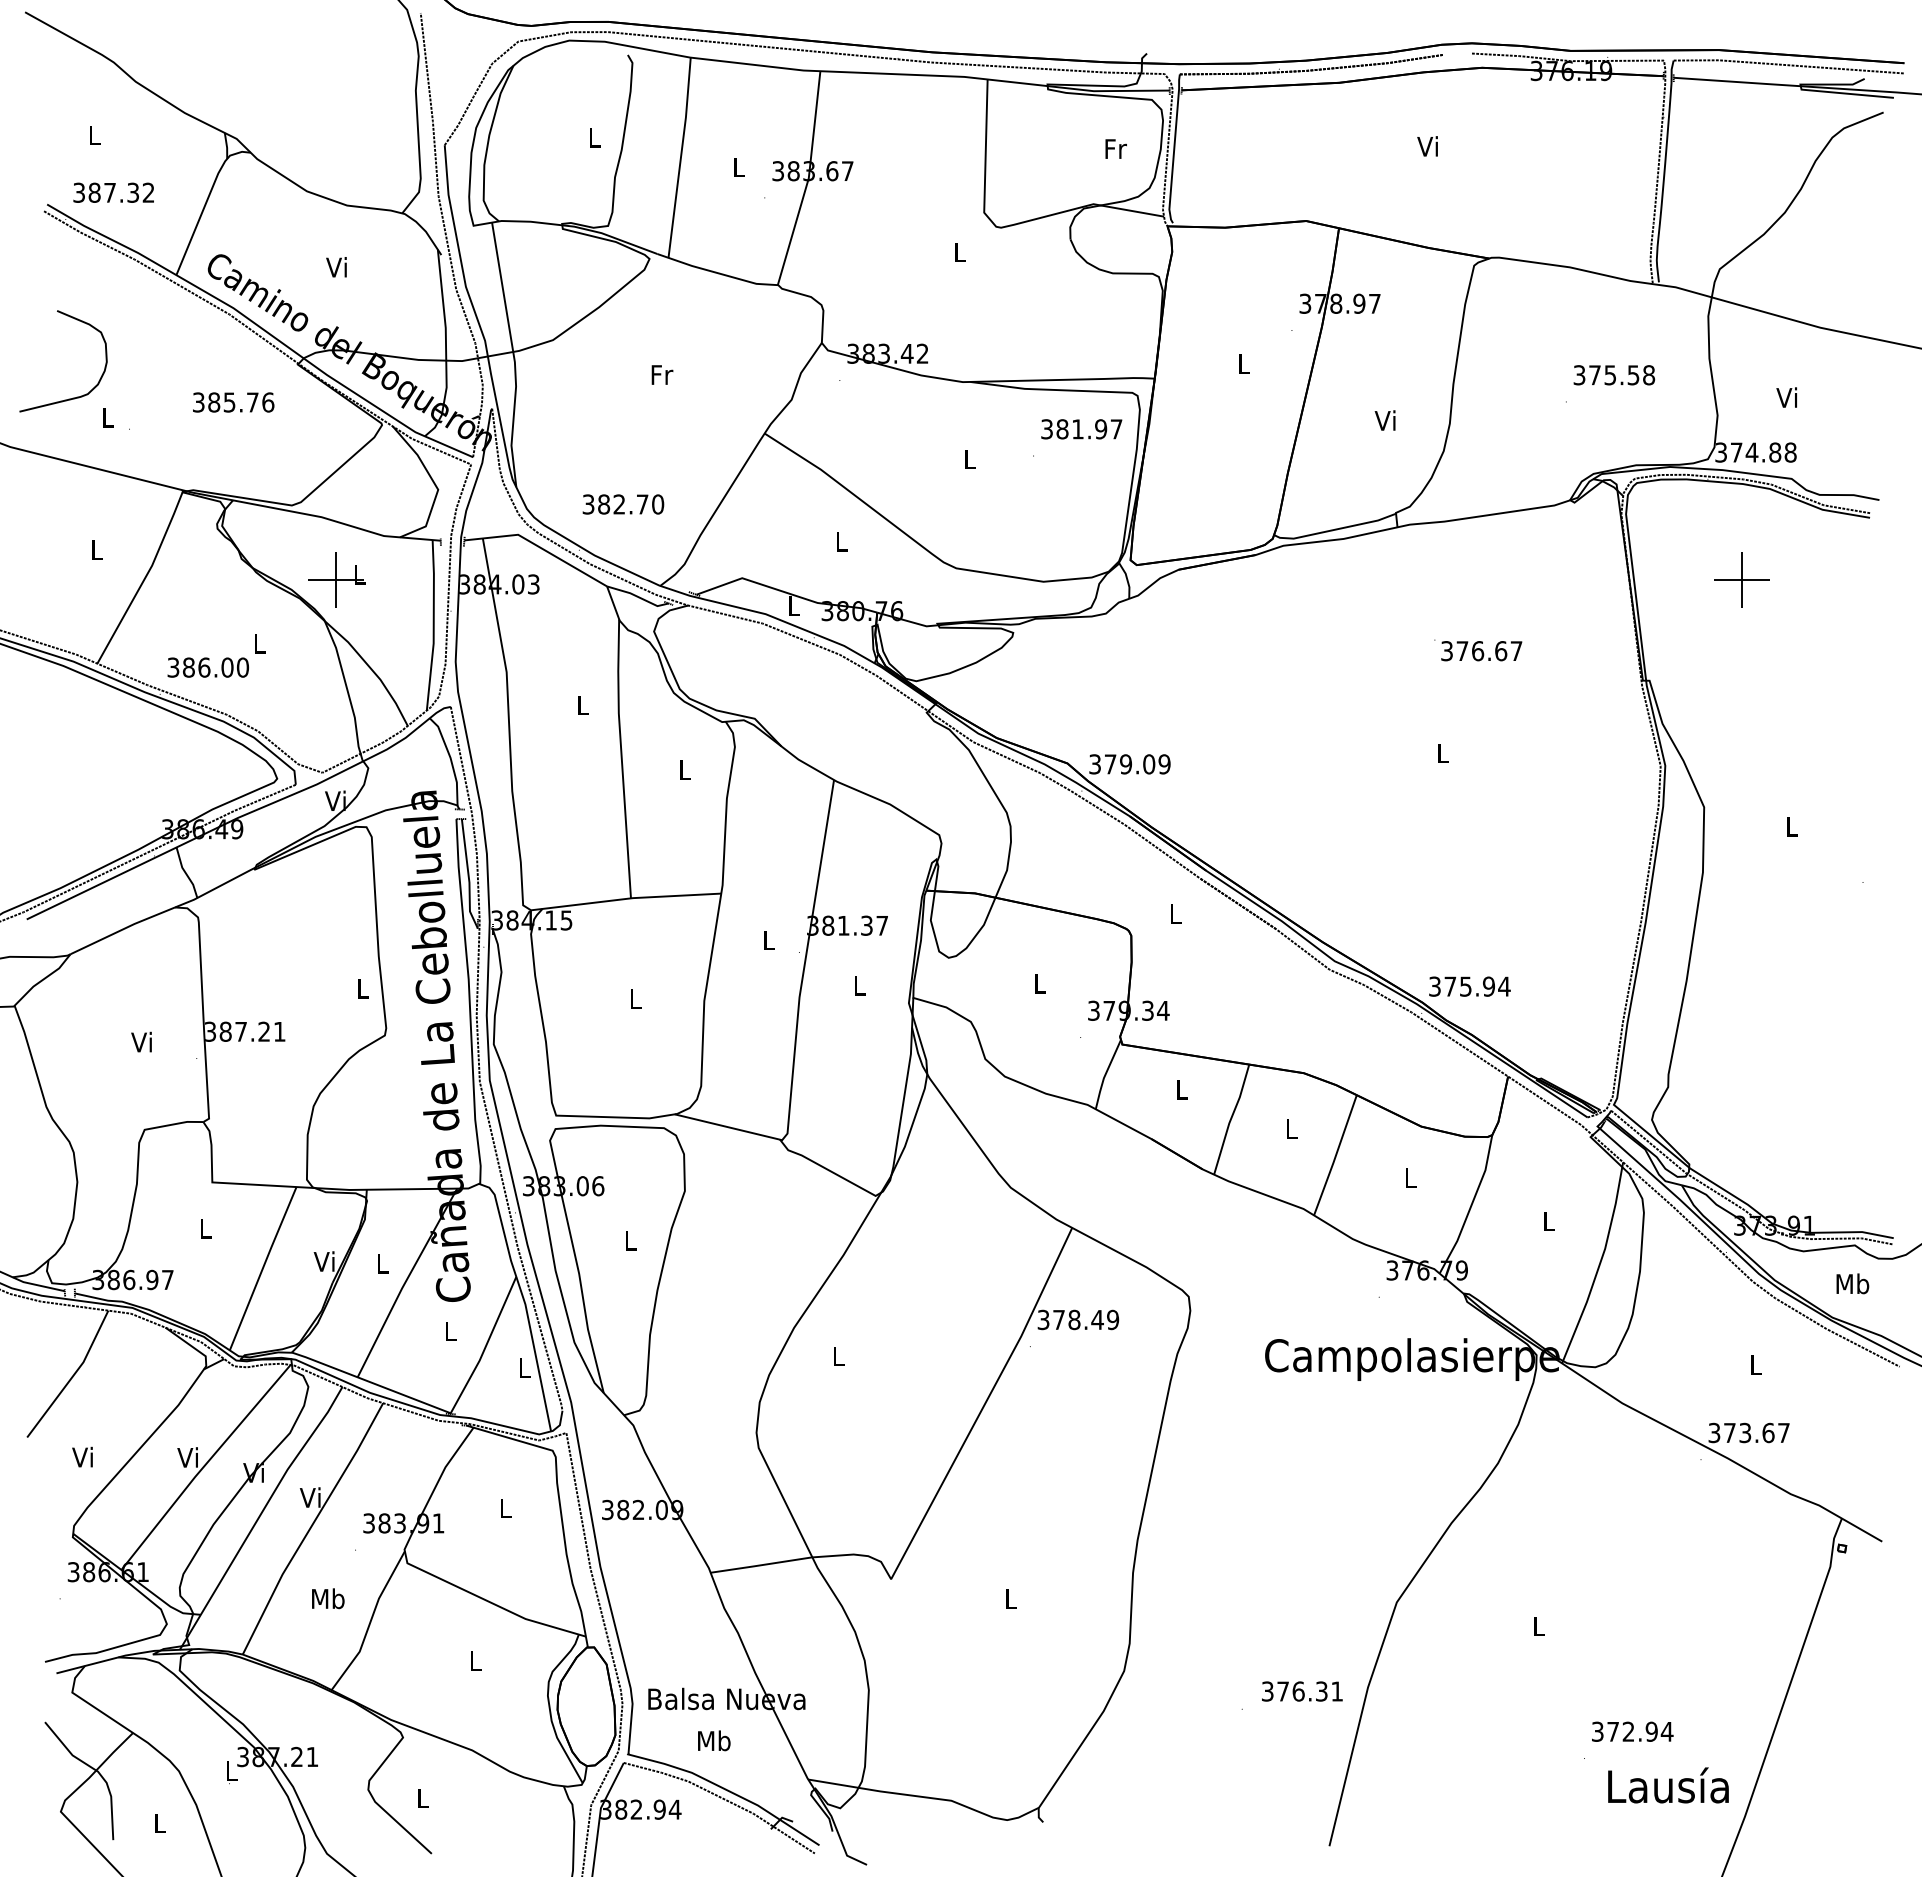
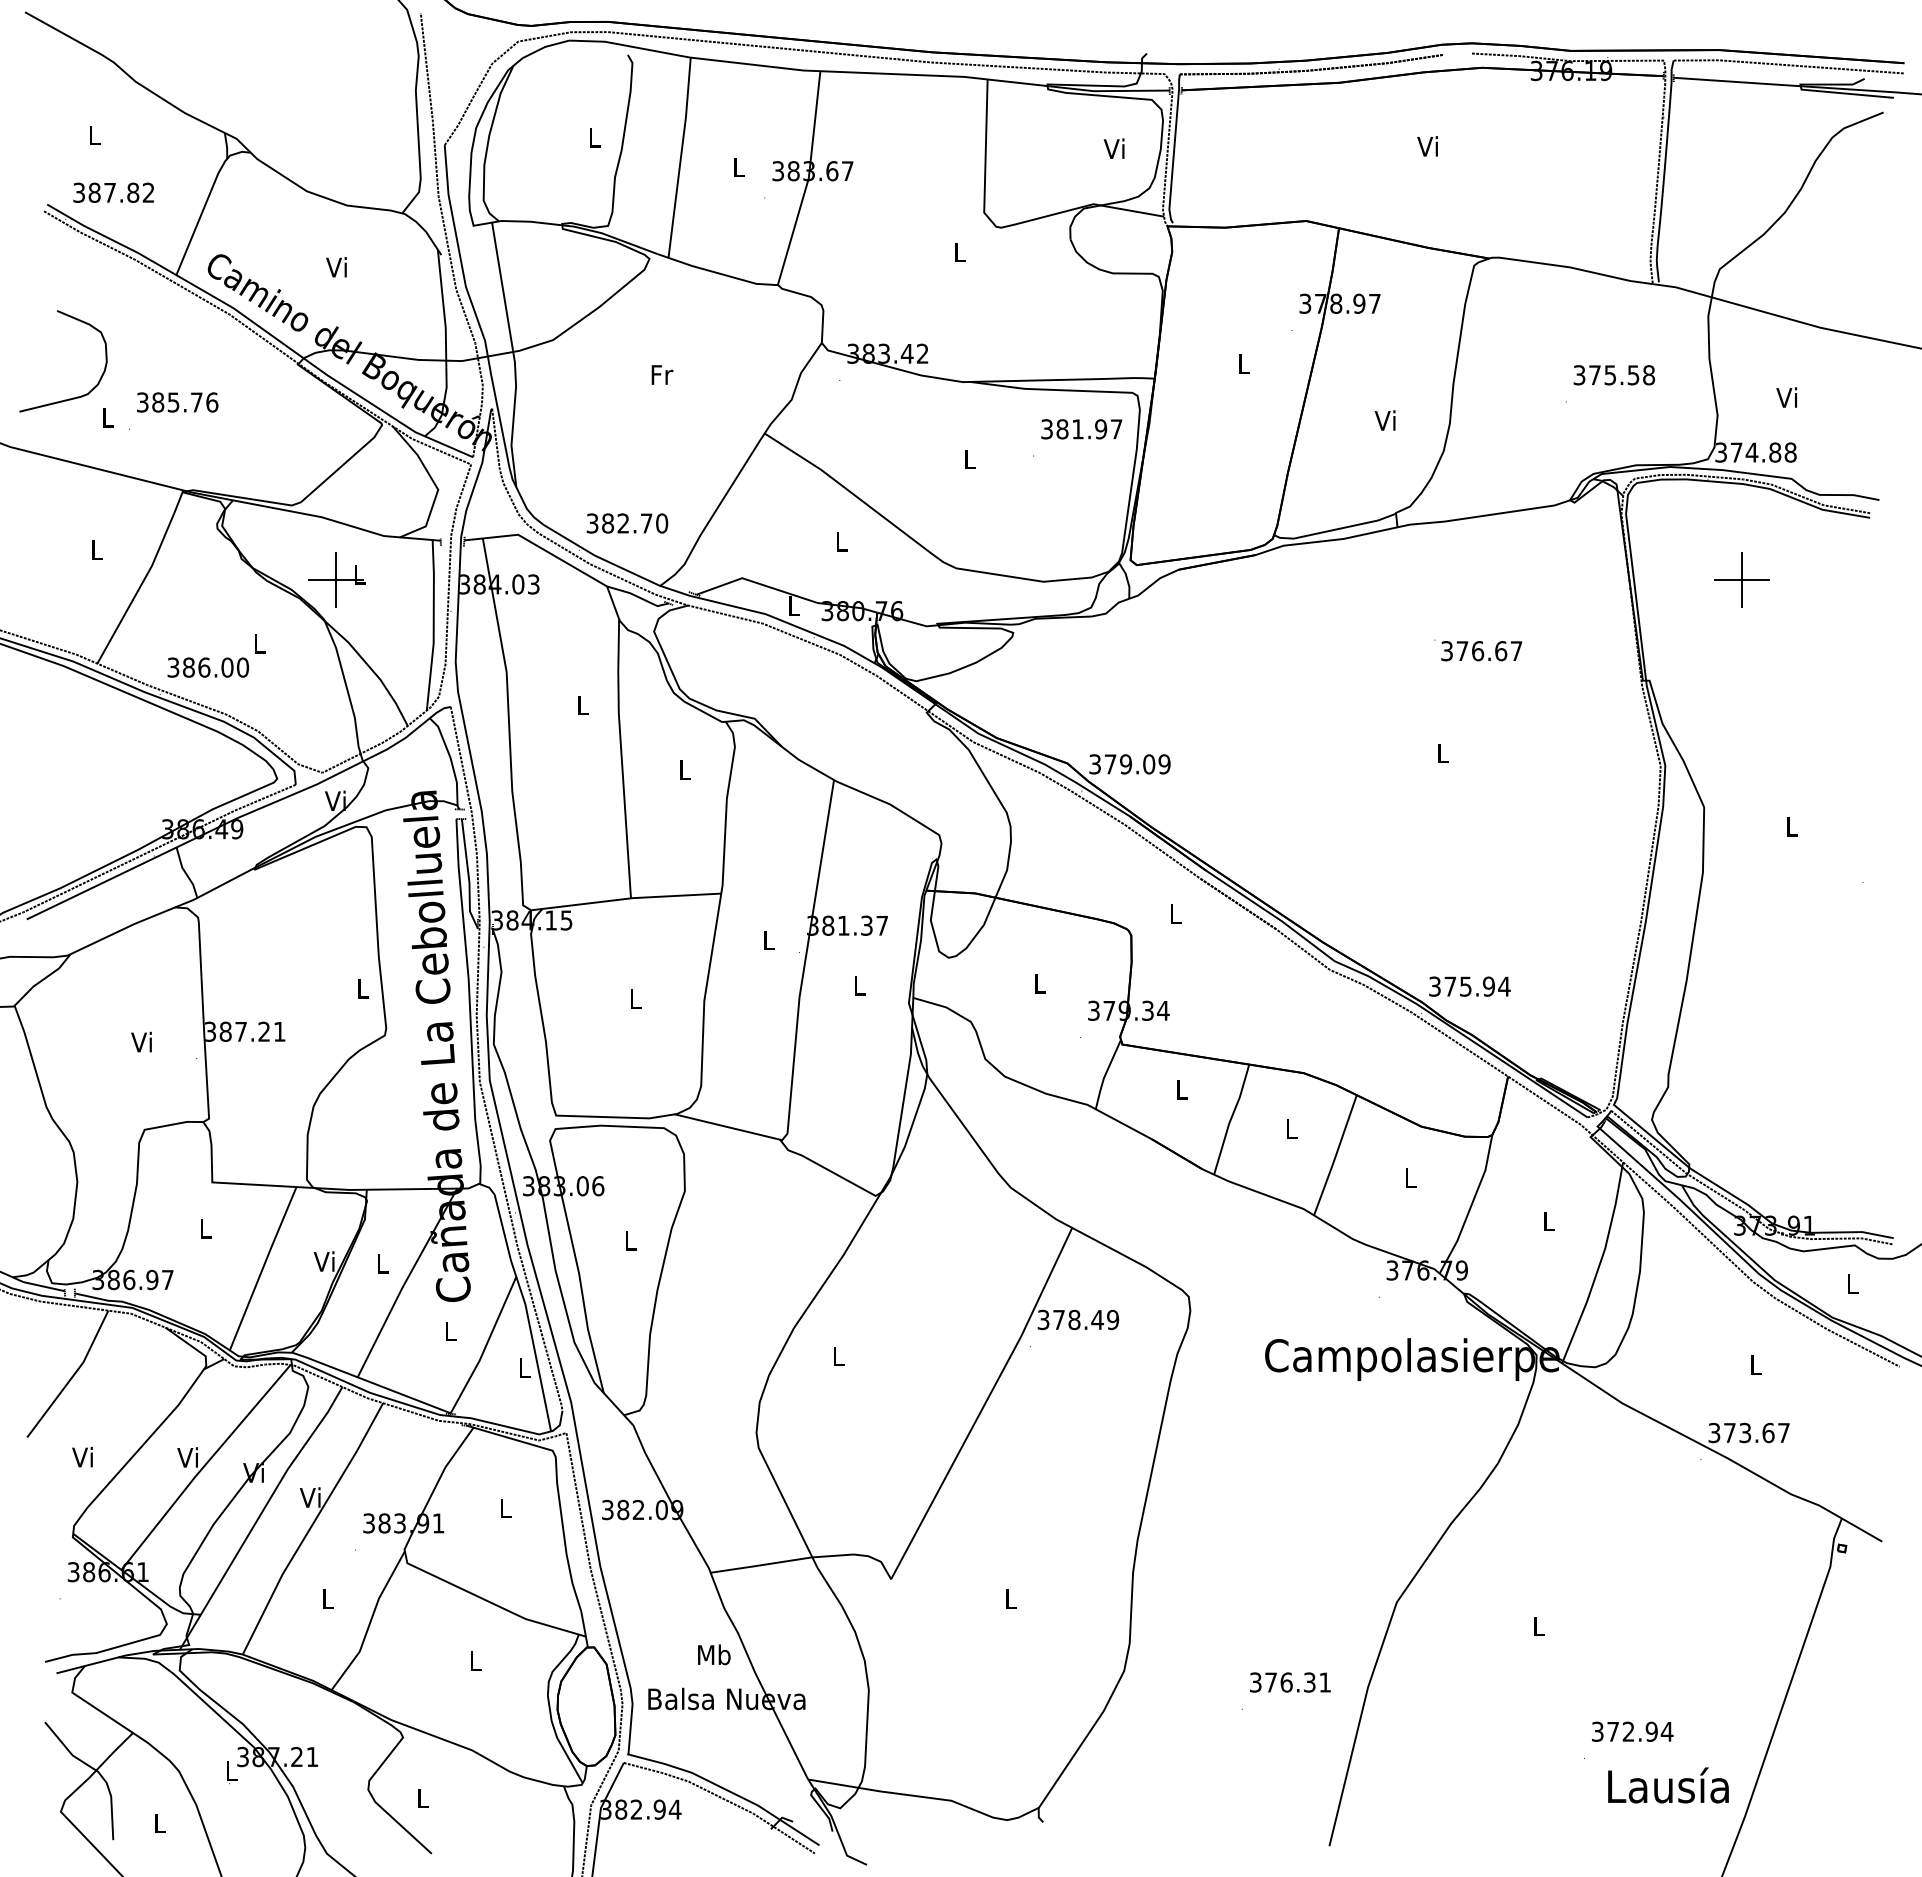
text at (1114, 148): Fr -> Vi
text at (133, 192): 387.32 -> 387.82
text at (233, 402) position: (233, 402) -> (177, 402)
text at (623, 504) position: (623, 504) -> (627, 523)
text at (1852, 1283): Mb -> L
text at (328, 1598): Mb -> L
text at (1302, 1691) position: (1302, 1691) -> (1290, 1682)
text at (714, 1740) position: (714, 1740) -> (714, 1654)
